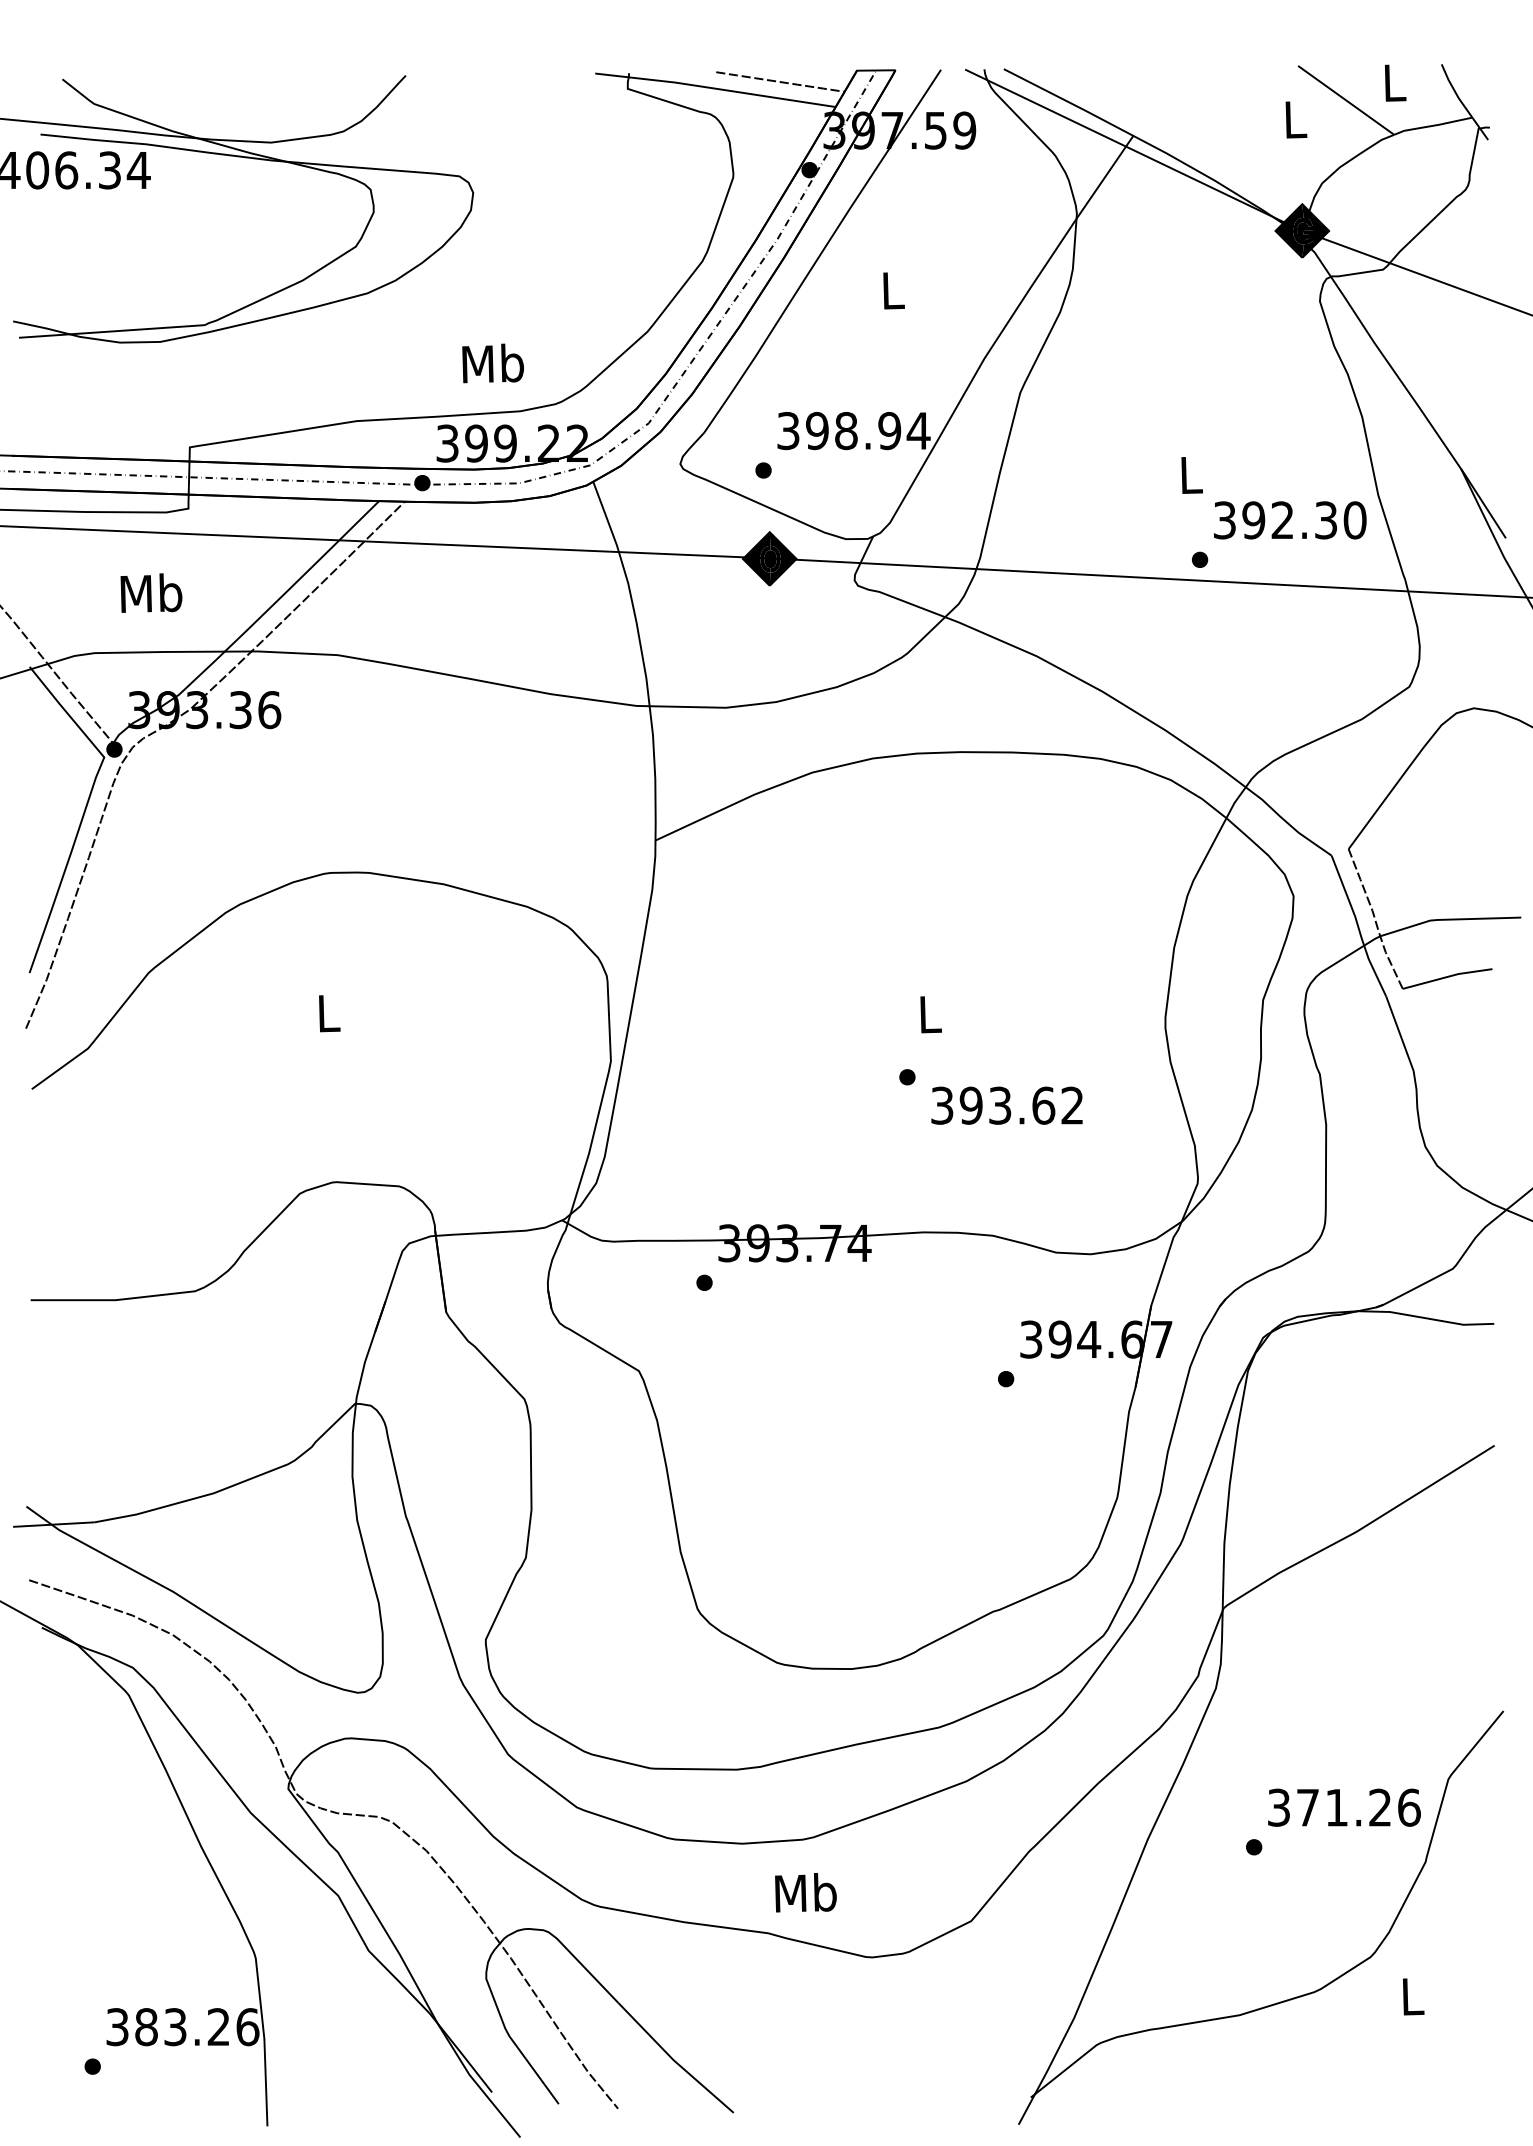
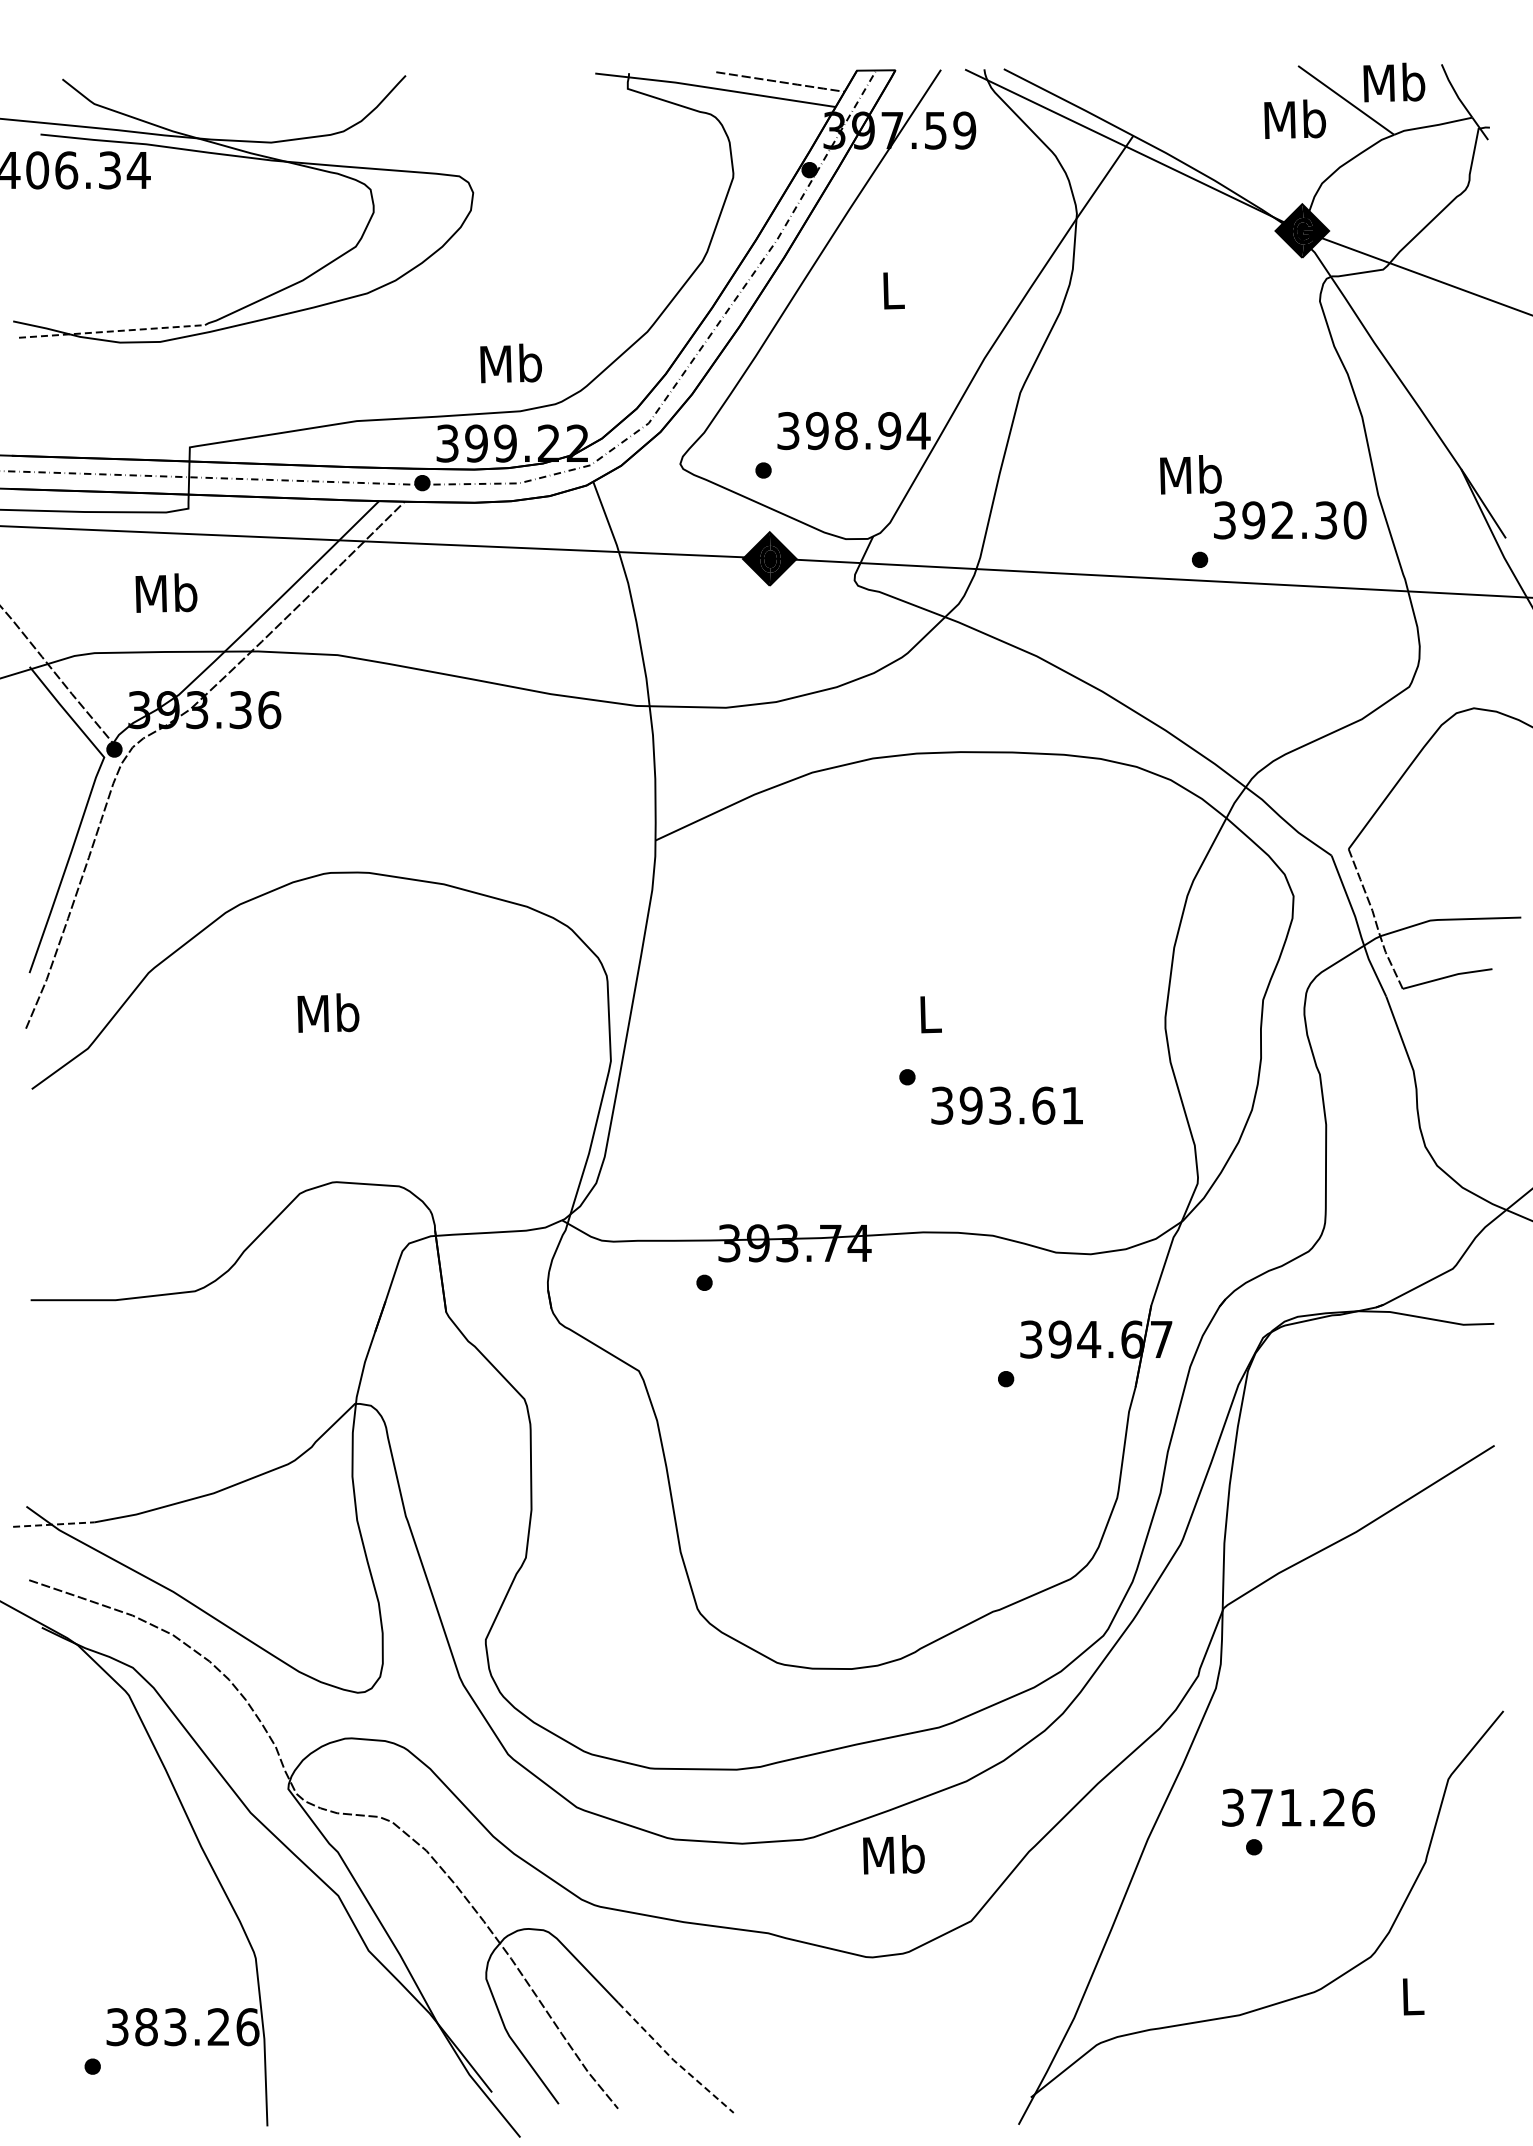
text at (1394, 82): L -> Mb
text at (1295, 118): L -> Mb
line at (112, 331): solid -> dashed
text at (492, 363) position: (492, 363) -> (510, 363)
text at (1190, 474): L -> Mb
text at (151, 592) position: (151, 592) -> (166, 592)
text at (328, 1012): L -> Mb
text at (1071, 1105): 393.62 -> 393.61
line at (53, 1524): solid -> dashed
text at (1344, 1807) position: (1344, 1807) -> (1298, 1807)
text at (805, 1892) position: (805, 1892) -> (893, 1854)
line at (673, 2060): solid -> dashed
